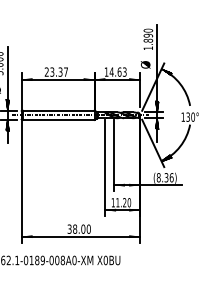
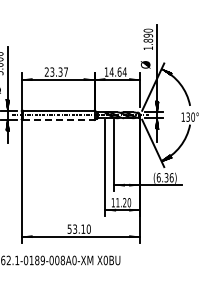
text at (124, 71): 14.63 -> 14.64
line at (58, 119): solid -> dashed
text at (158, 177): (8.36) -> (6.36)
text at (76, 228): 38.00 -> 53.10
